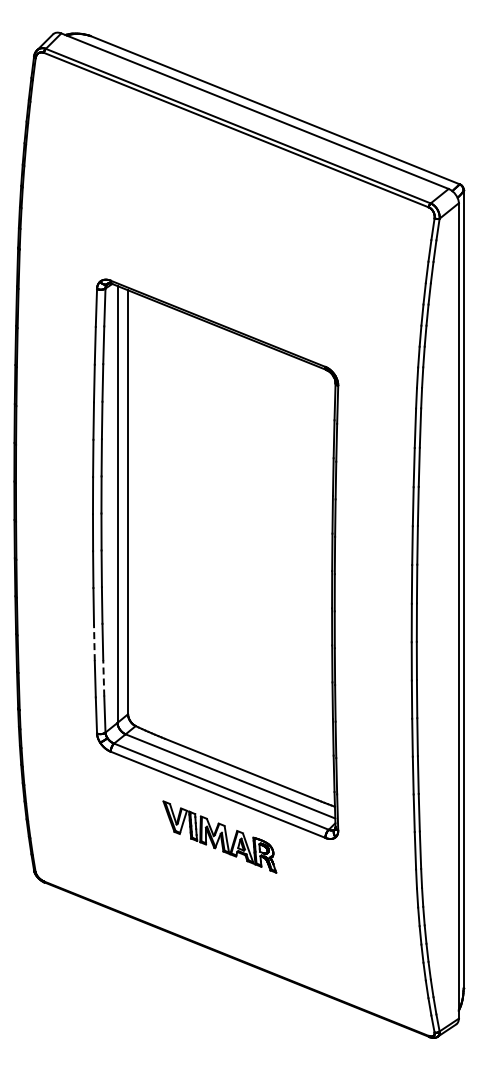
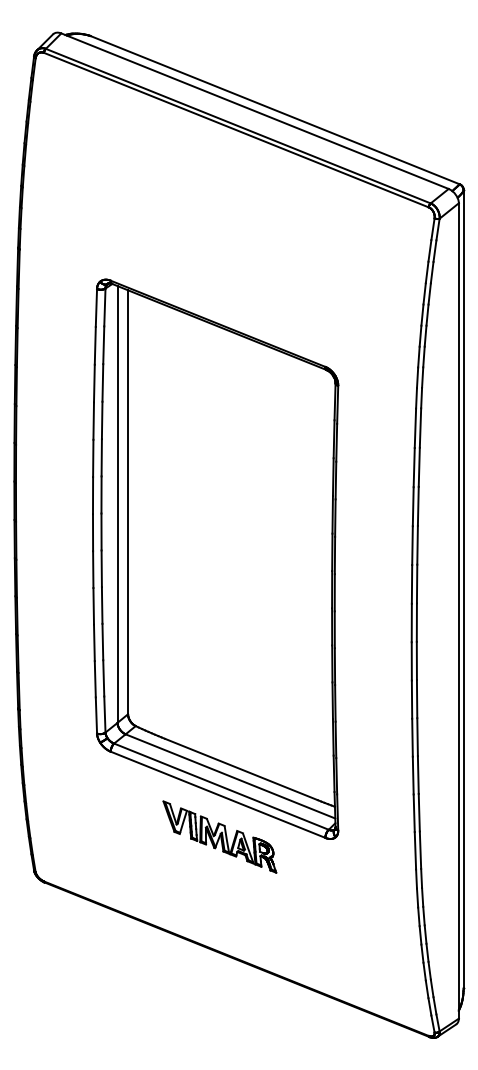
line at (94, 642): dashed -> solid
line at (103, 677): dashed -> solid
